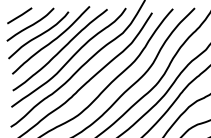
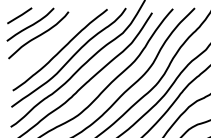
curve at (52, 40): present -> none
